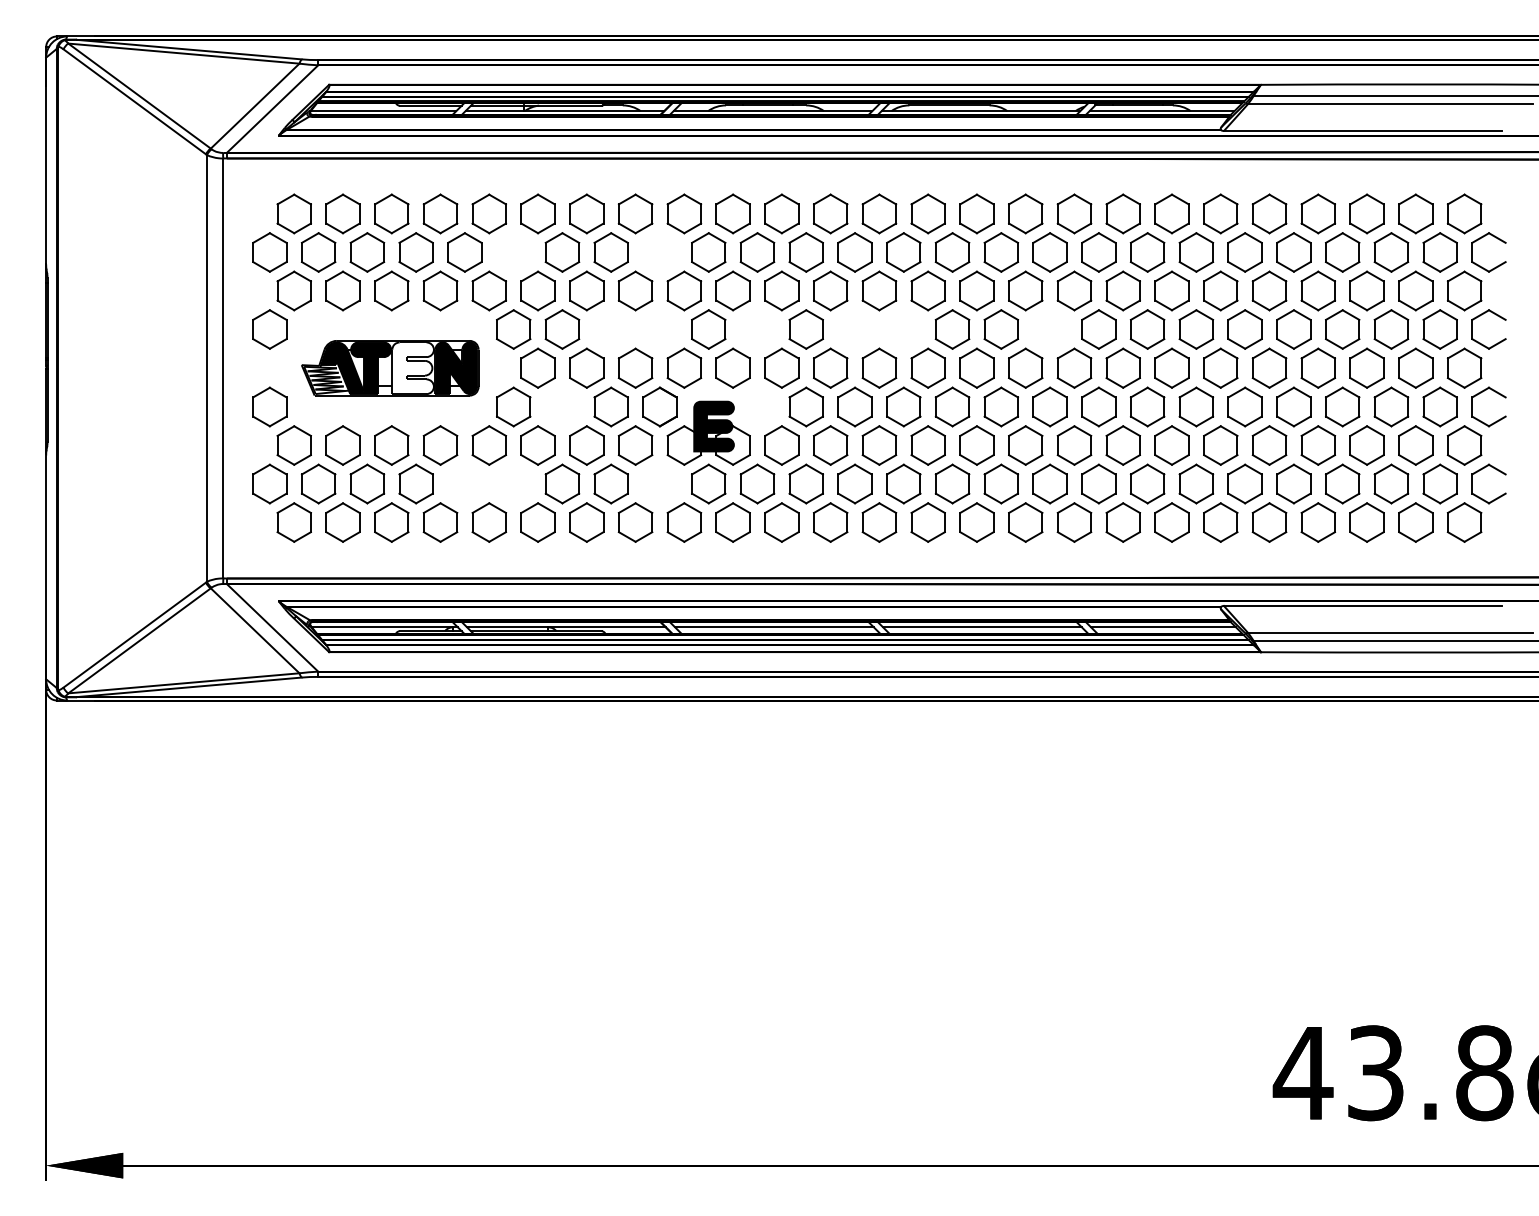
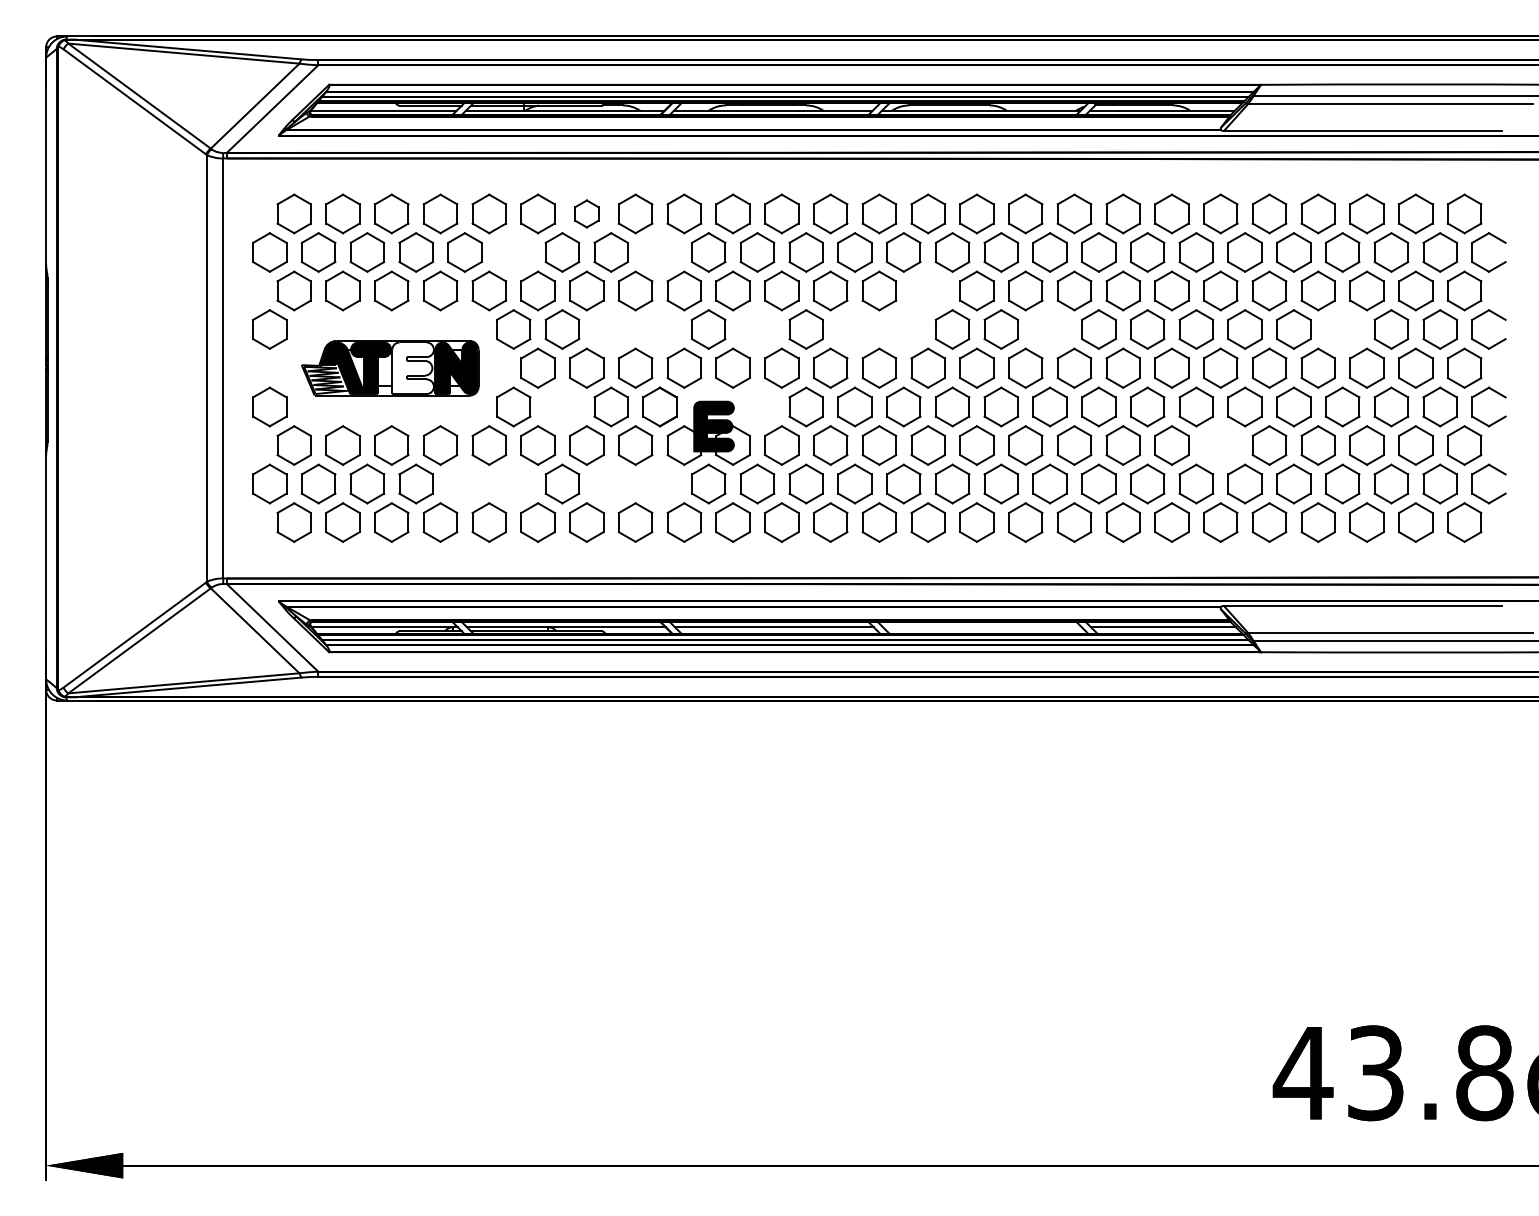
part at (586, 213) size: 36x42 px -> 26x30 px
part at (927, 290): present -> none
part at (1342, 329): present -> none
part at (1220, 445): present -> none
part at (610, 483): present -> none
line at (982, 627): present -> none
